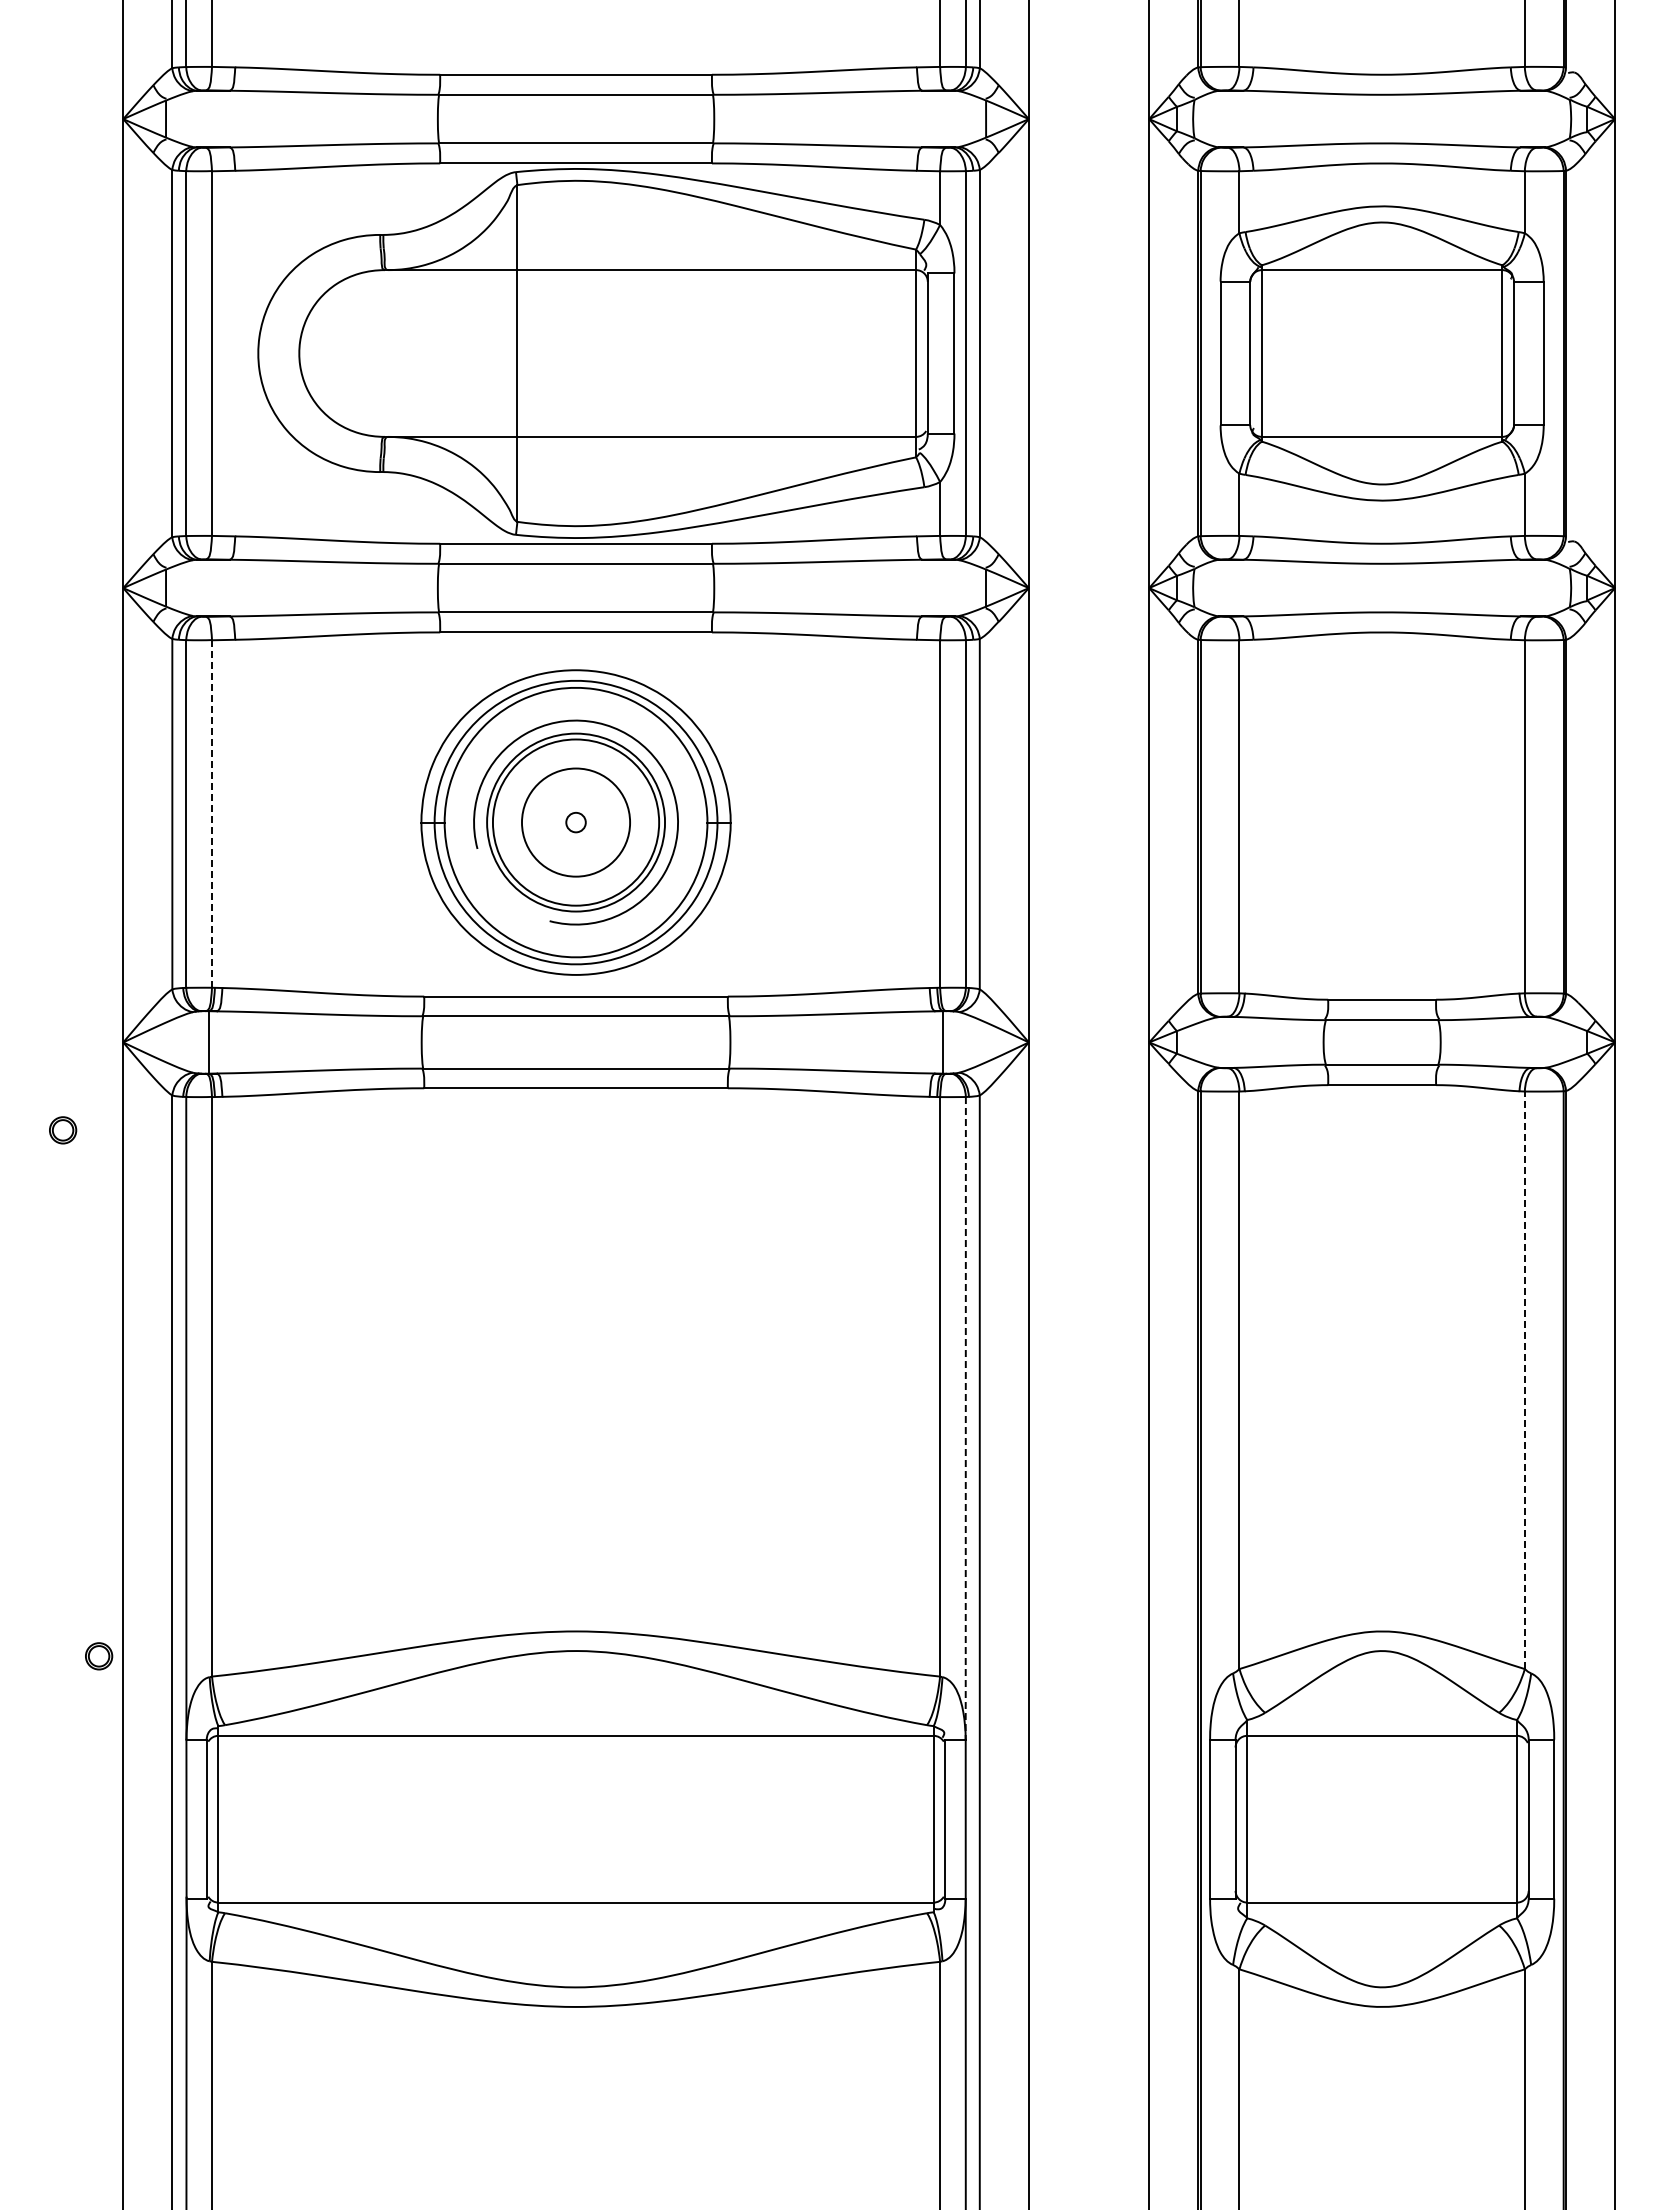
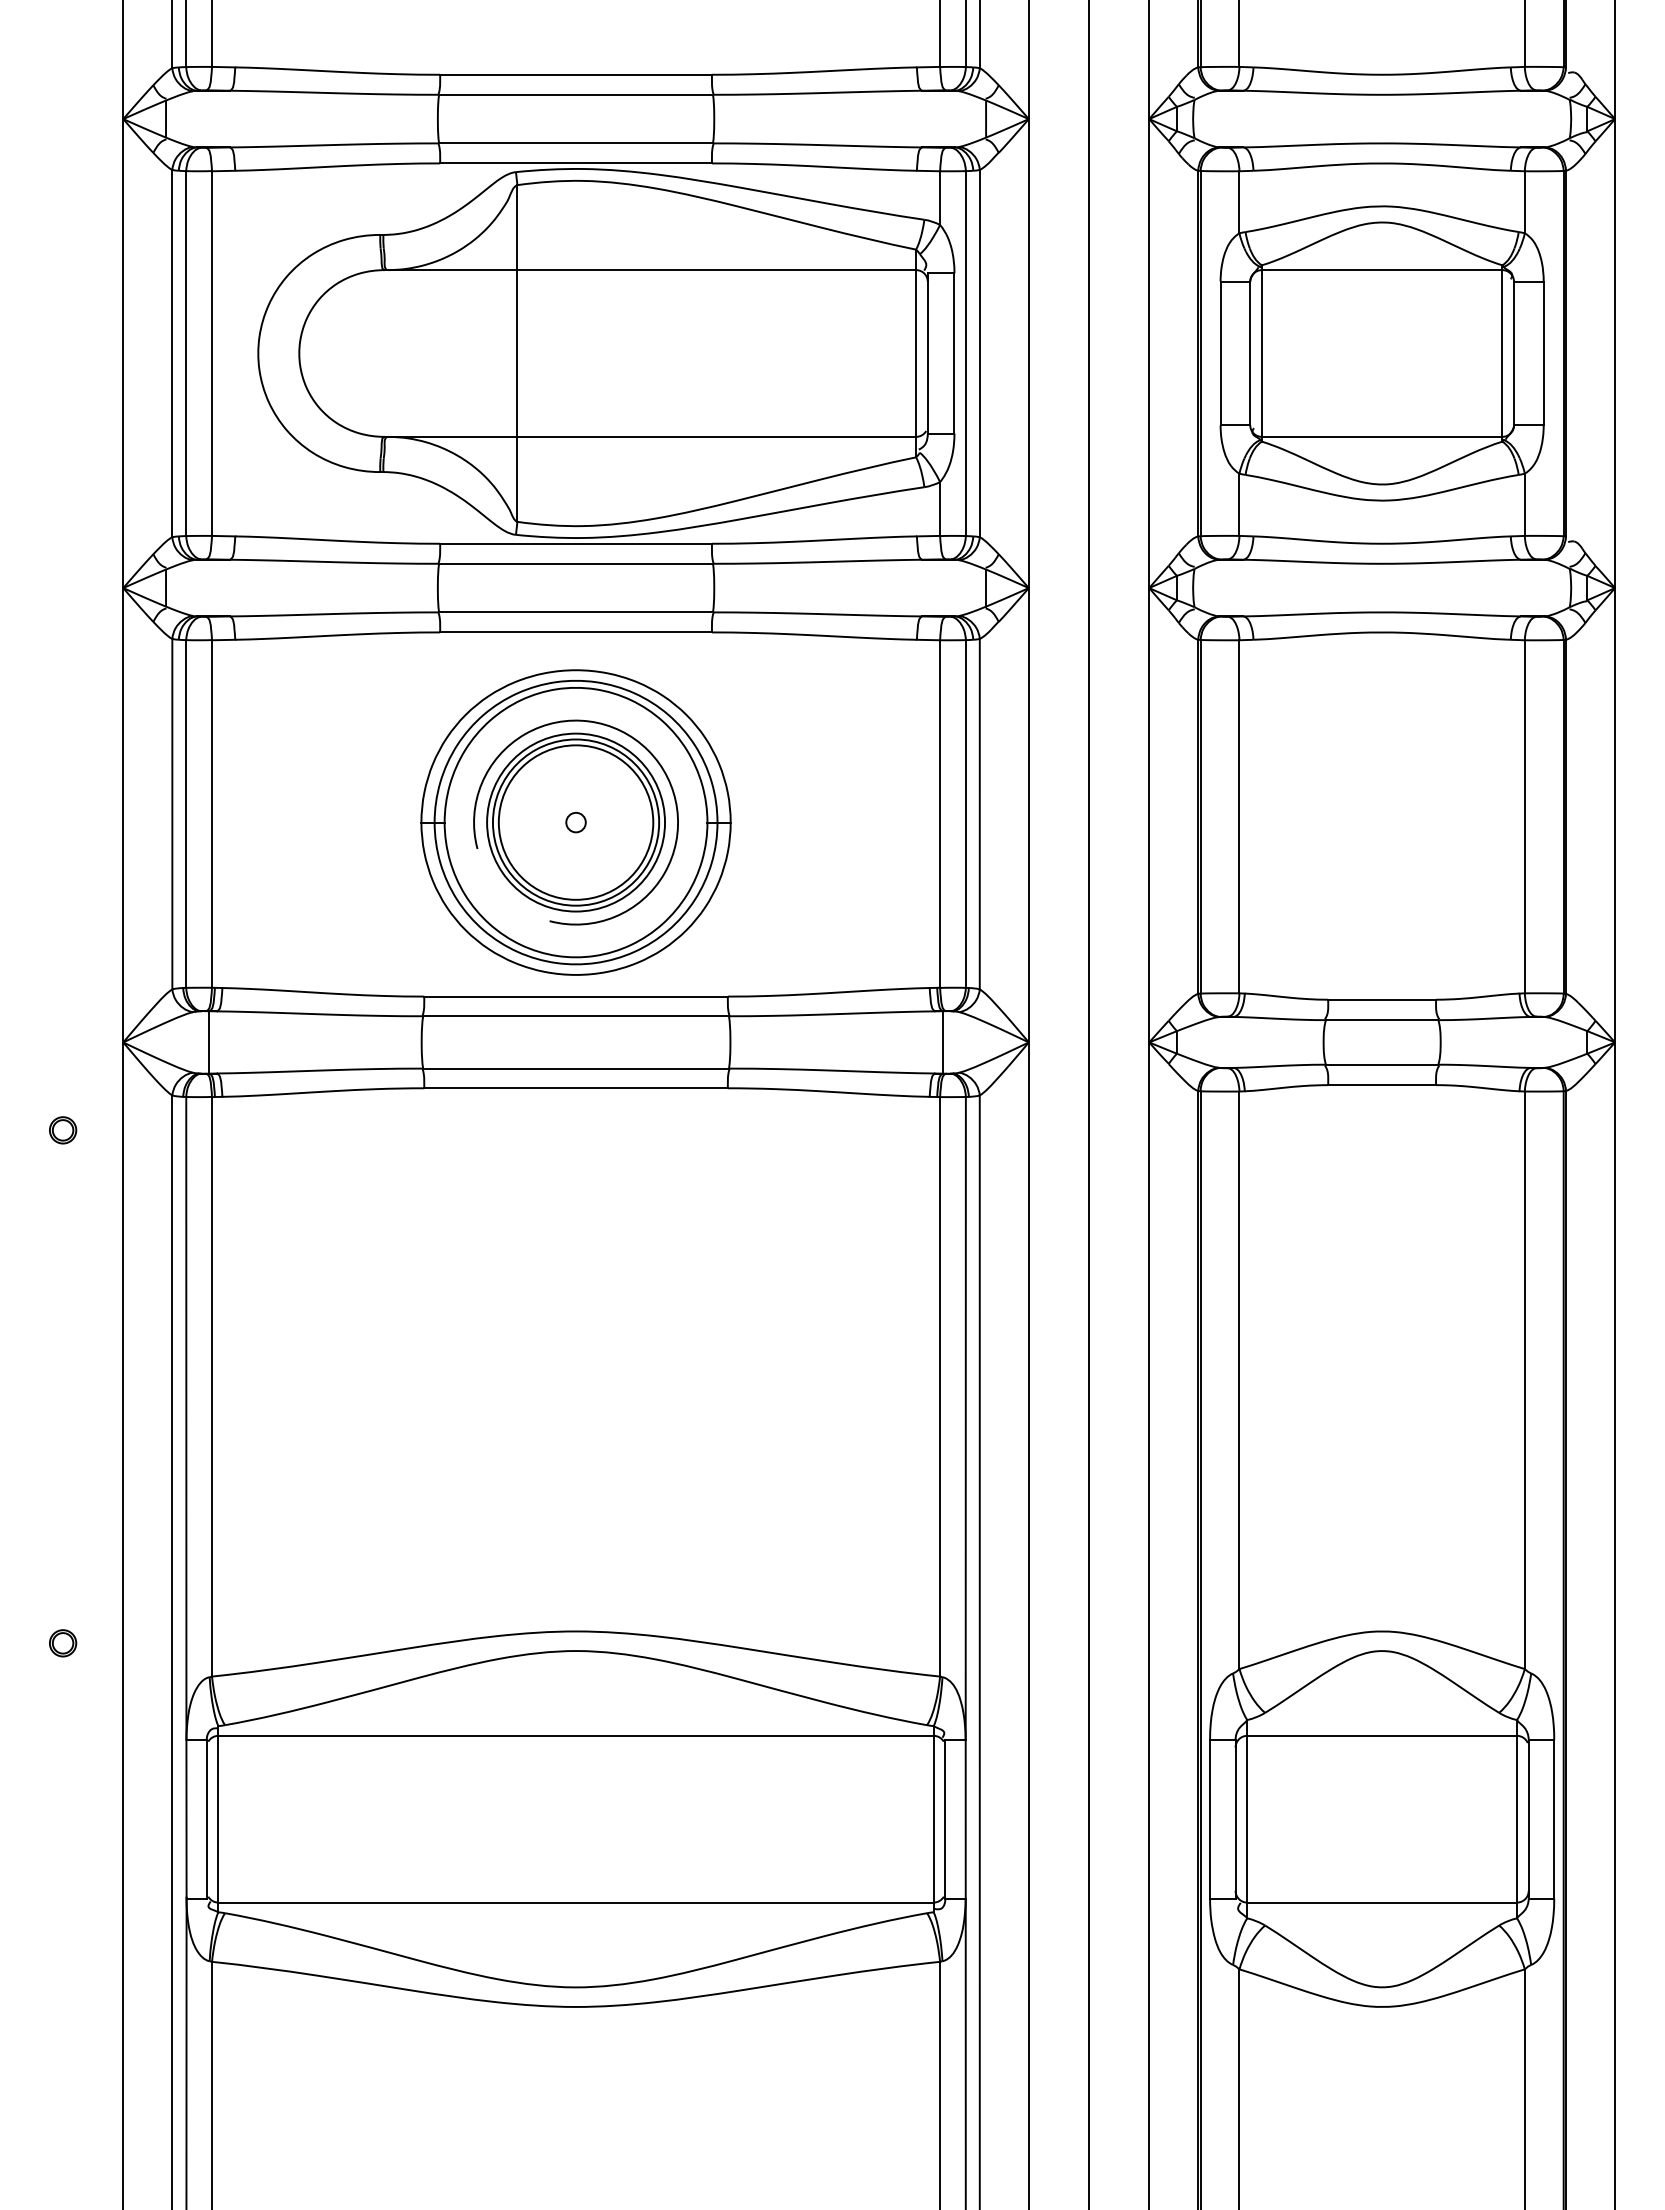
line at (212, 814): dashed -> solid
circle at (575, 822) diameter: 108 px -> 154 px
line at (1089, 1104): none -> present
line at (1524, 1380): dashed -> solid
line at (965, 1418): dashed -> solid
part at (99, 1656) position: (99, 1656) -> (63, 1643)
